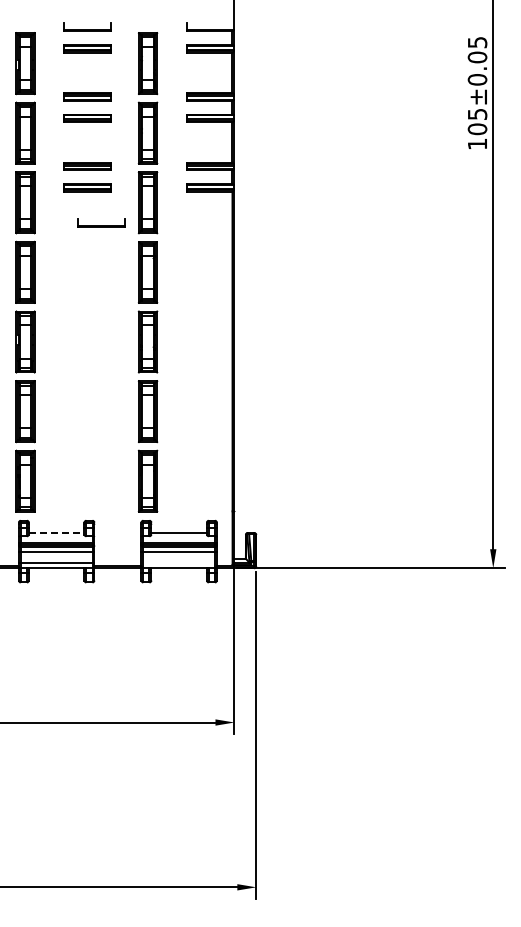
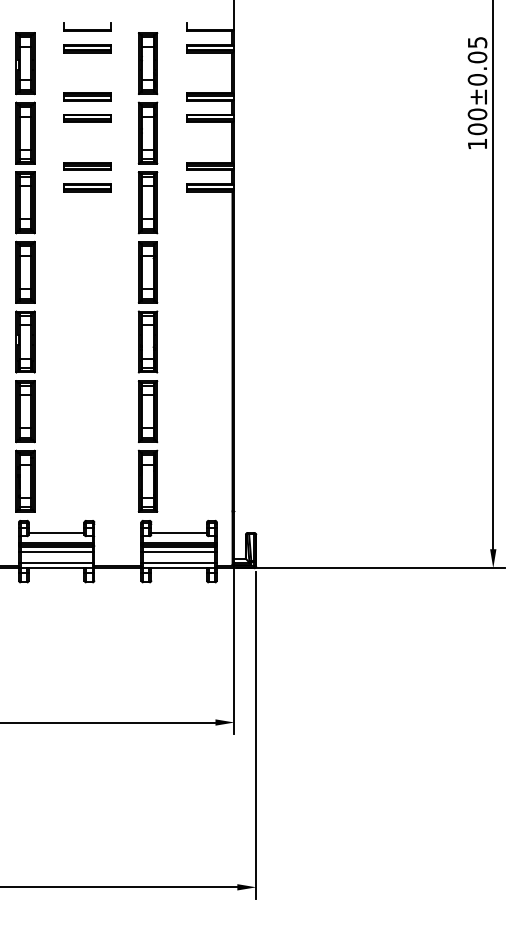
text at (477, 114): 105±0.05 -> 100±0.05
part at (101, 222): present -> none
line at (56, 533): dashed -> solid
line at (178, 563): none -> present
